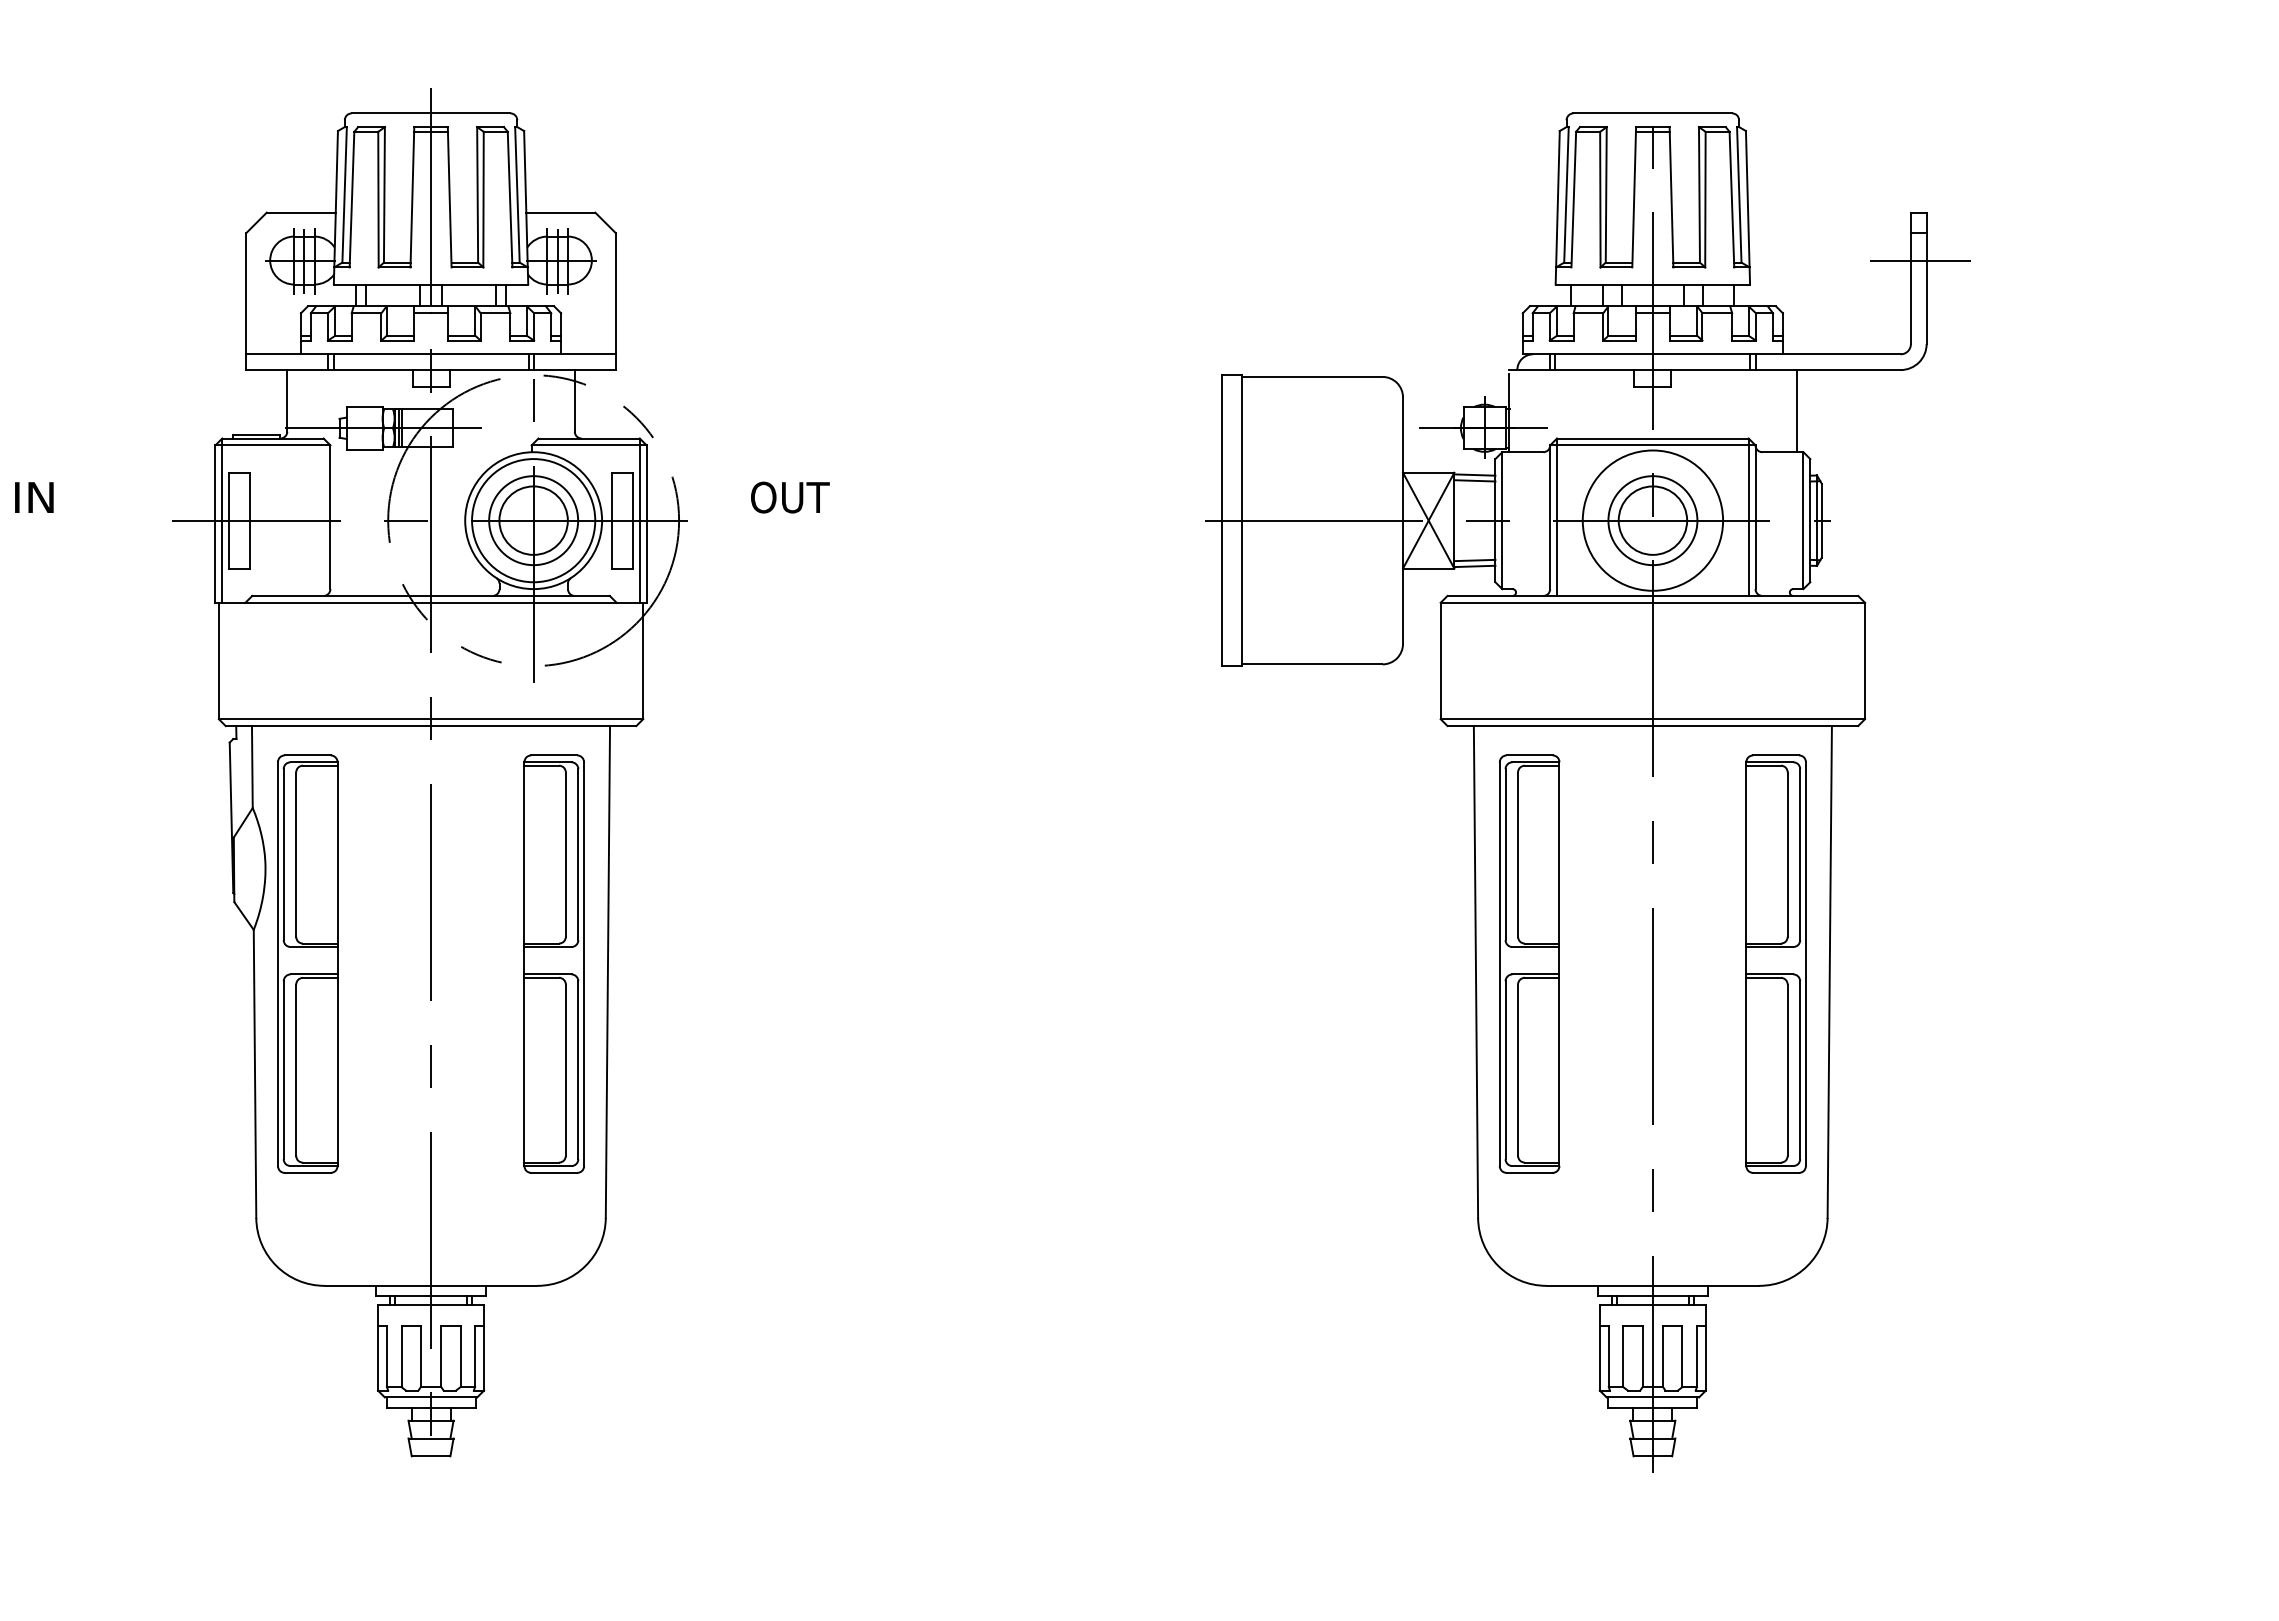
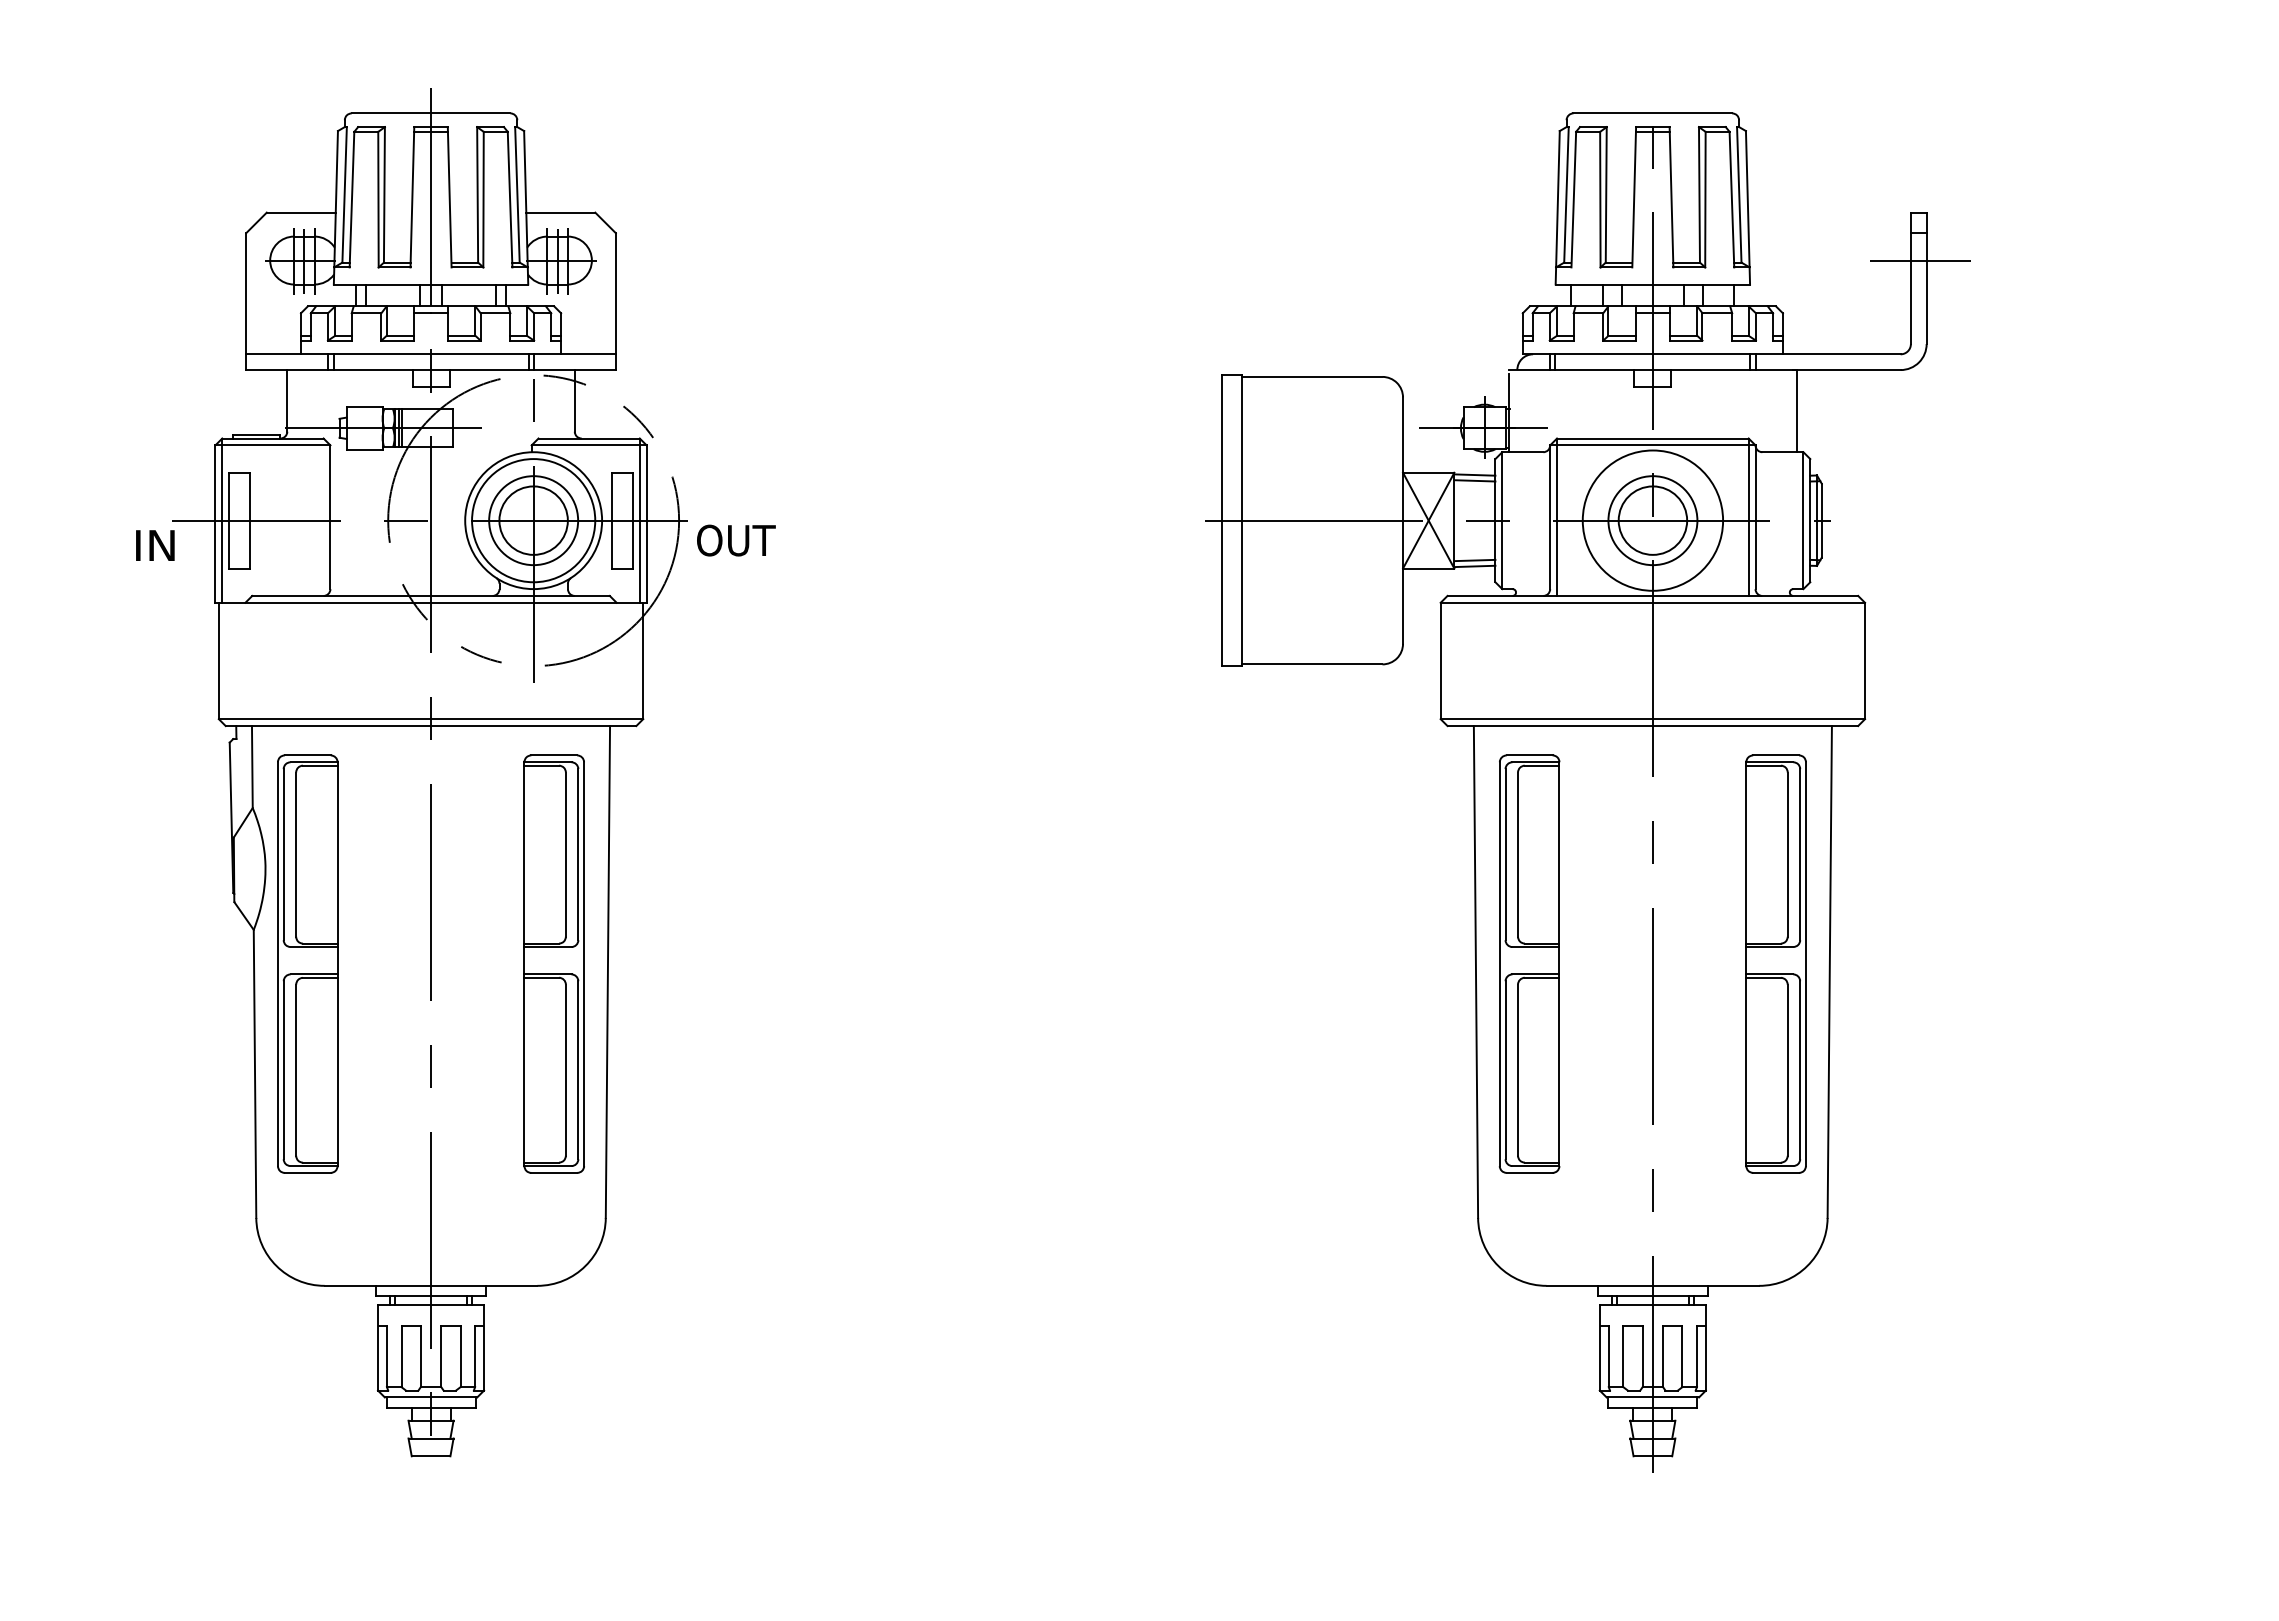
text at (34, 497) position: (34, 497) -> (155, 545)
text at (790, 497) position: (790, 497) -> (736, 540)
